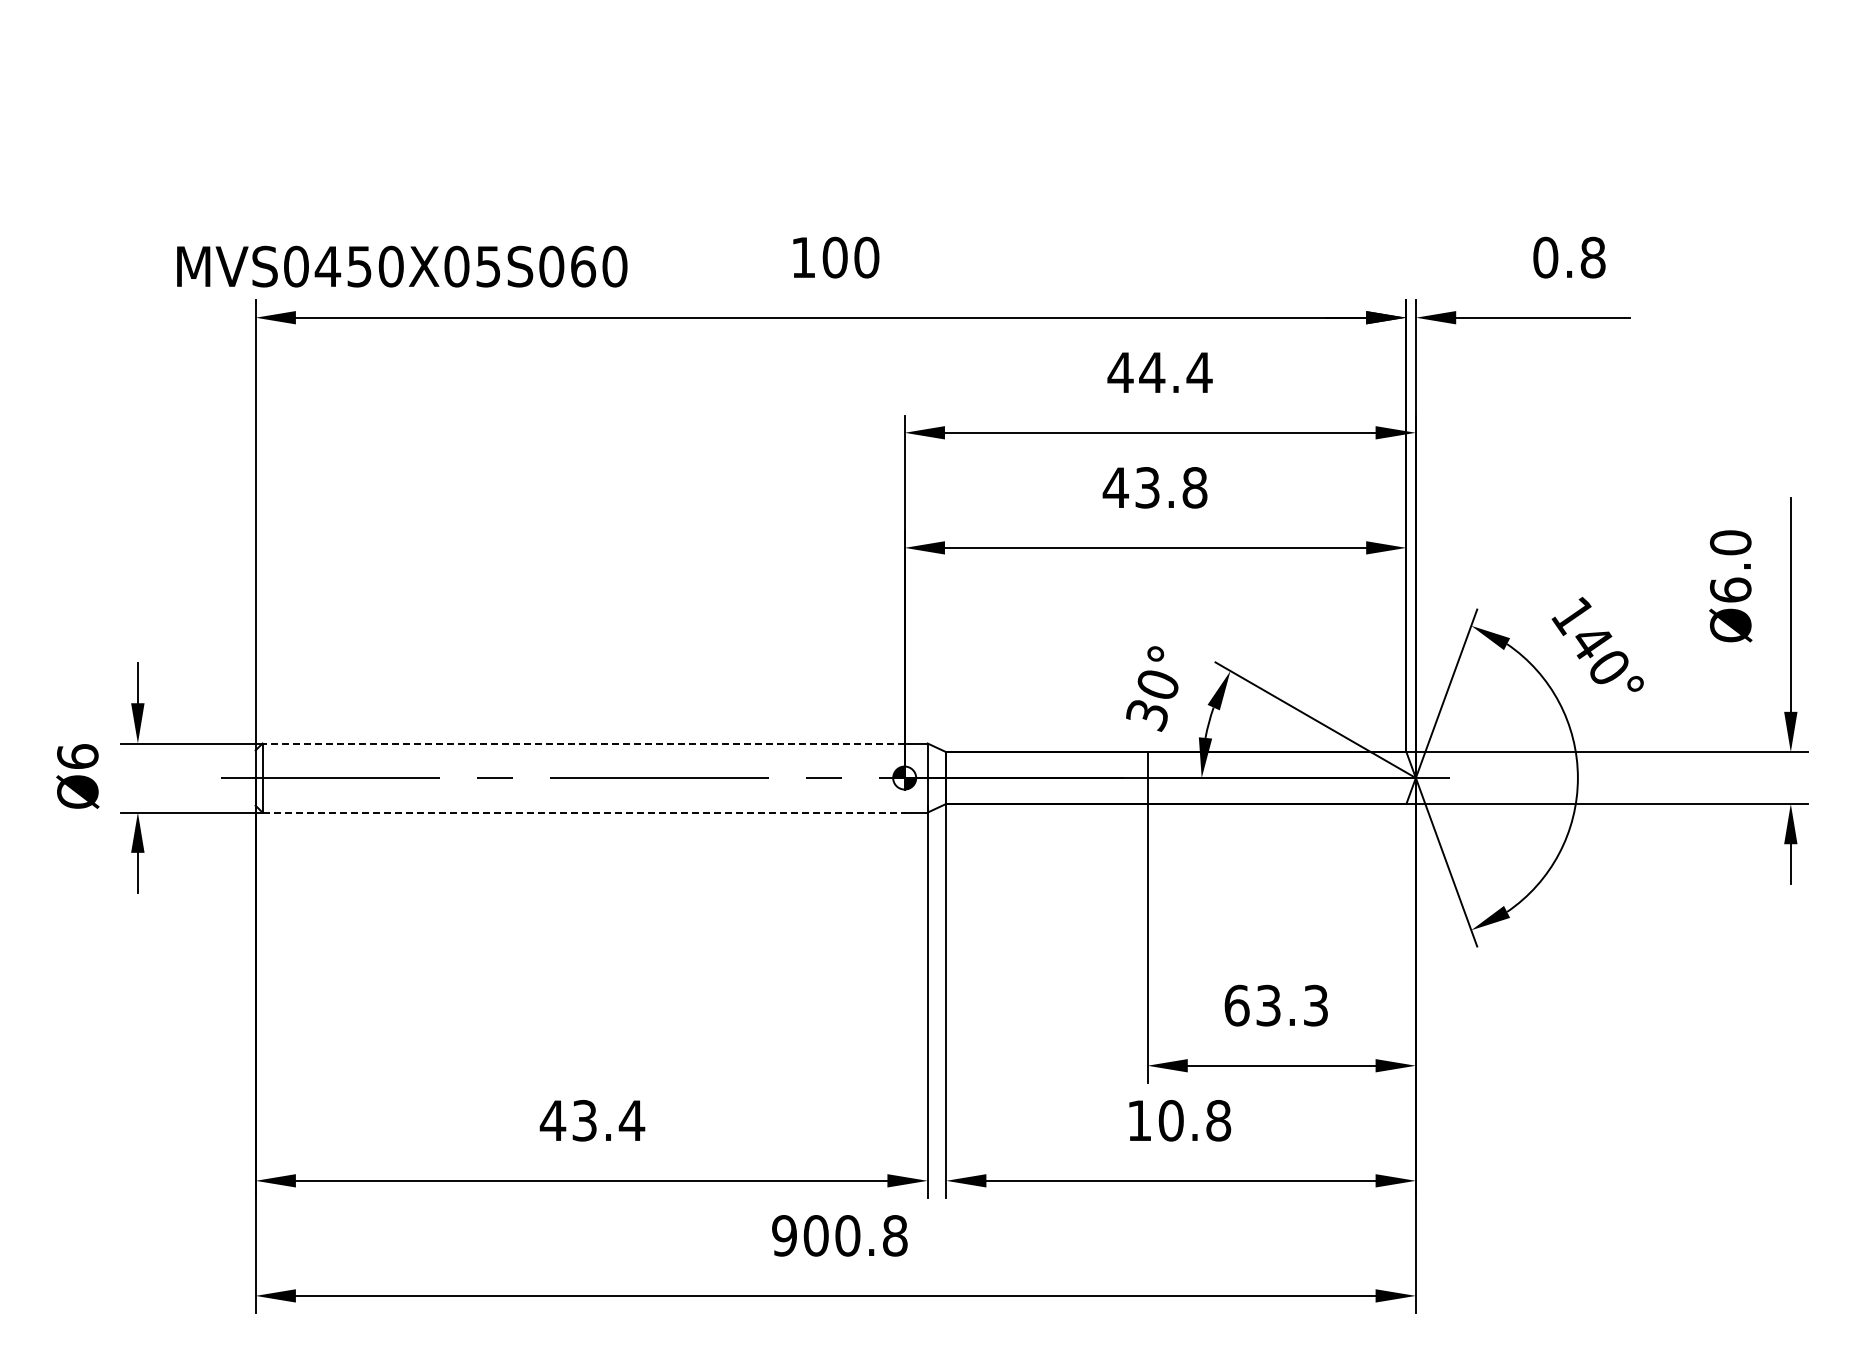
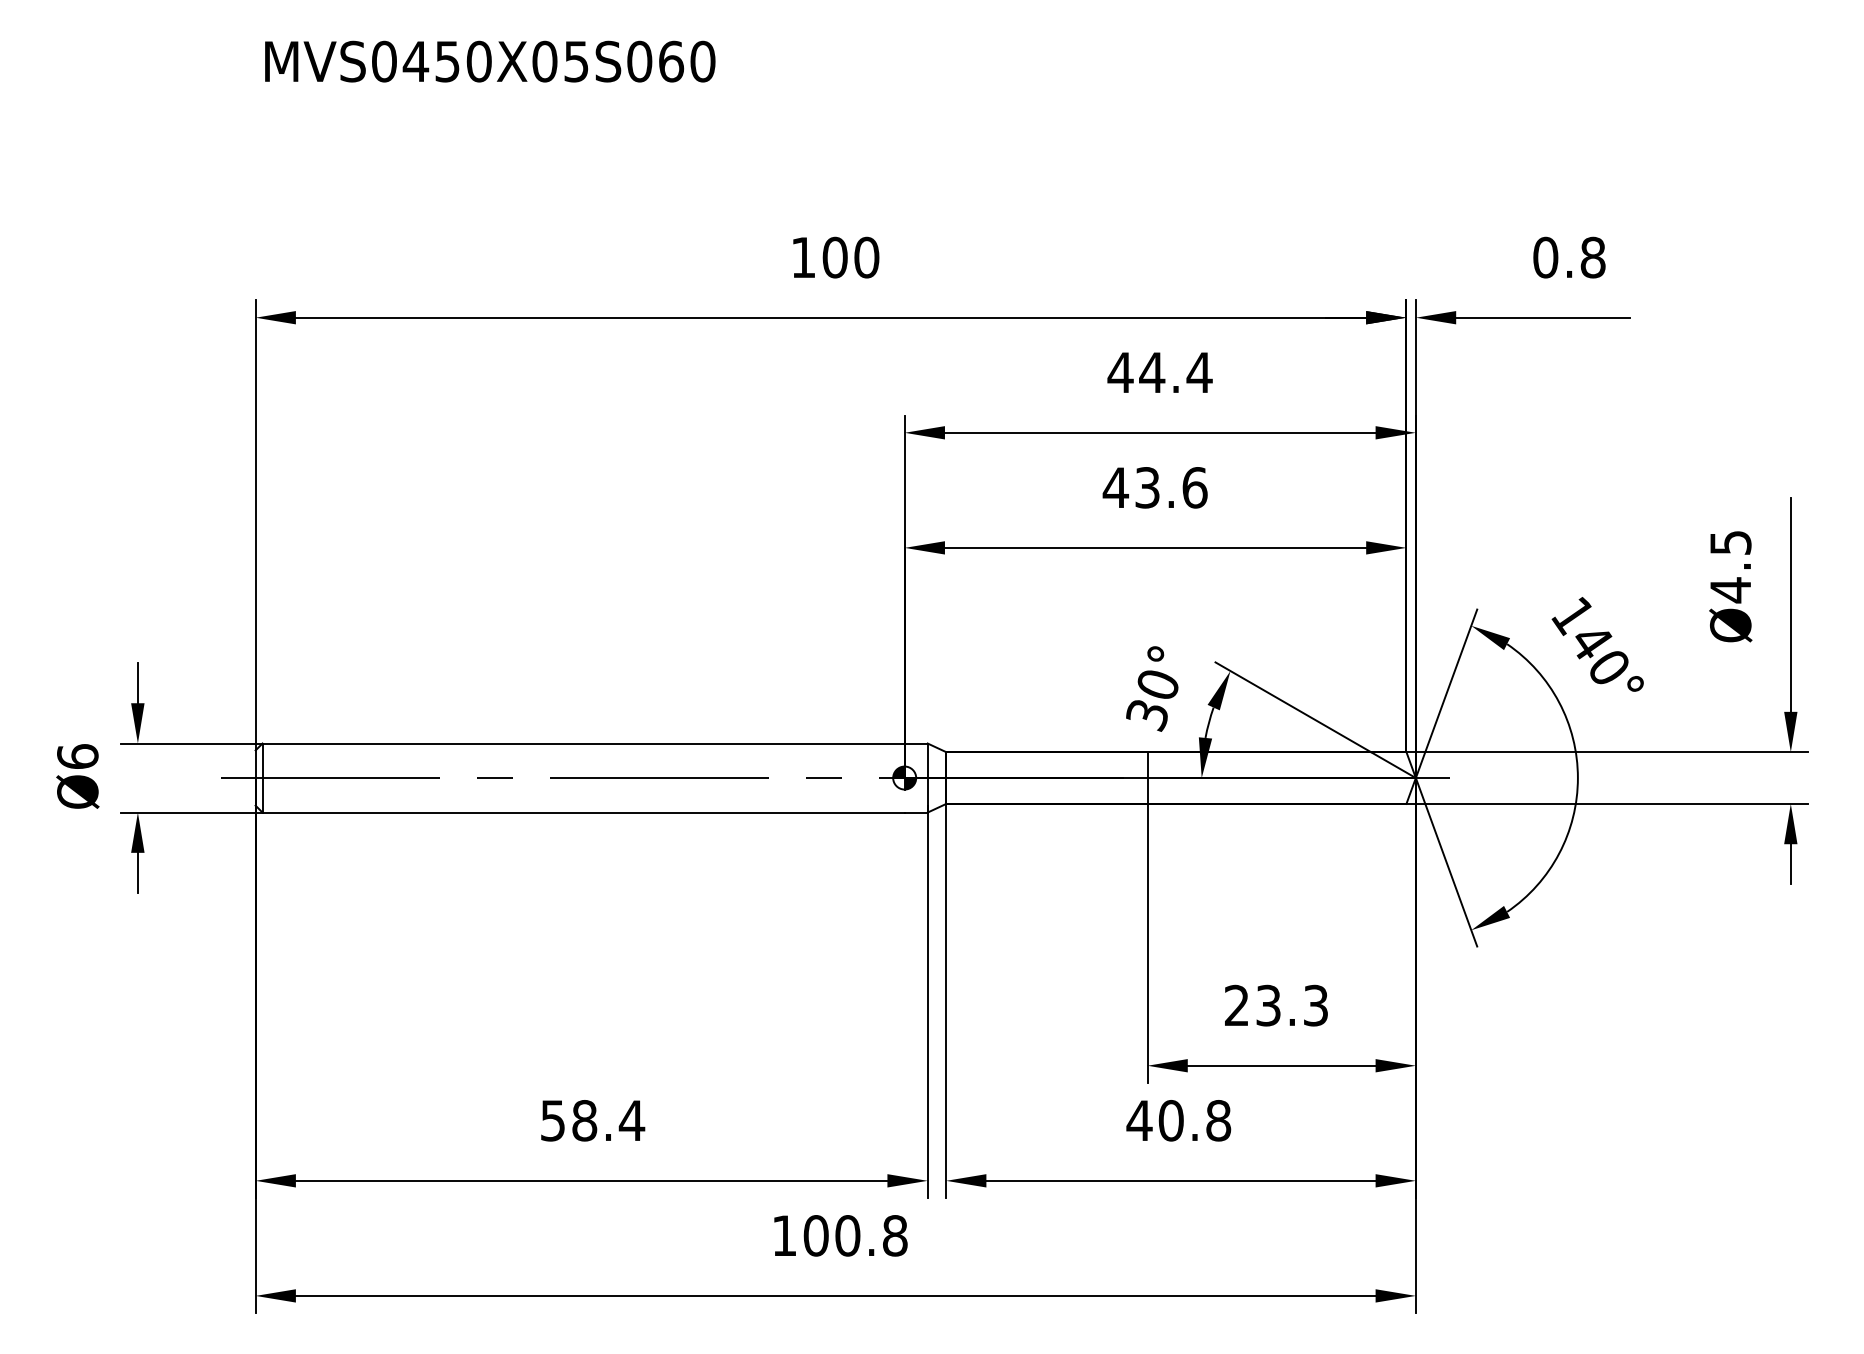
text at (402, 266) position: (402, 266) -> (490, 61)
text at (1194, 487): 43.8 -> 43.6
text at (1730, 566): Ø6.0 -> Ø4.5
line at (583, 743): dashed -> solid
line at (584, 812): dashed -> solid
text at (1236, 1005): 63.3 -> 23.3
text at (568, 1120): 43.4 -> 58.4
text at (1139, 1120): 10.8 -> 40.8
text at (784, 1235): 900.8 -> 100.8
